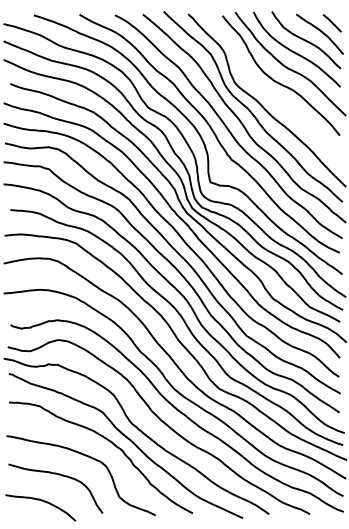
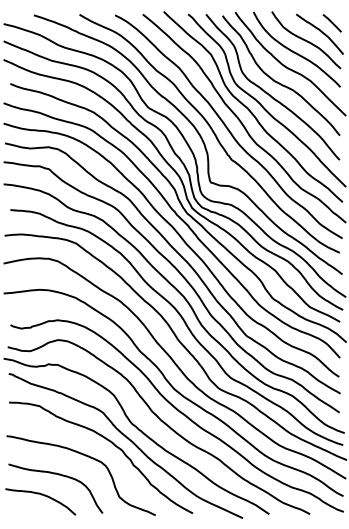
curve at (269, 93): none -> present
curve at (41, 501) position: (41, 501) -> (41, 495)
